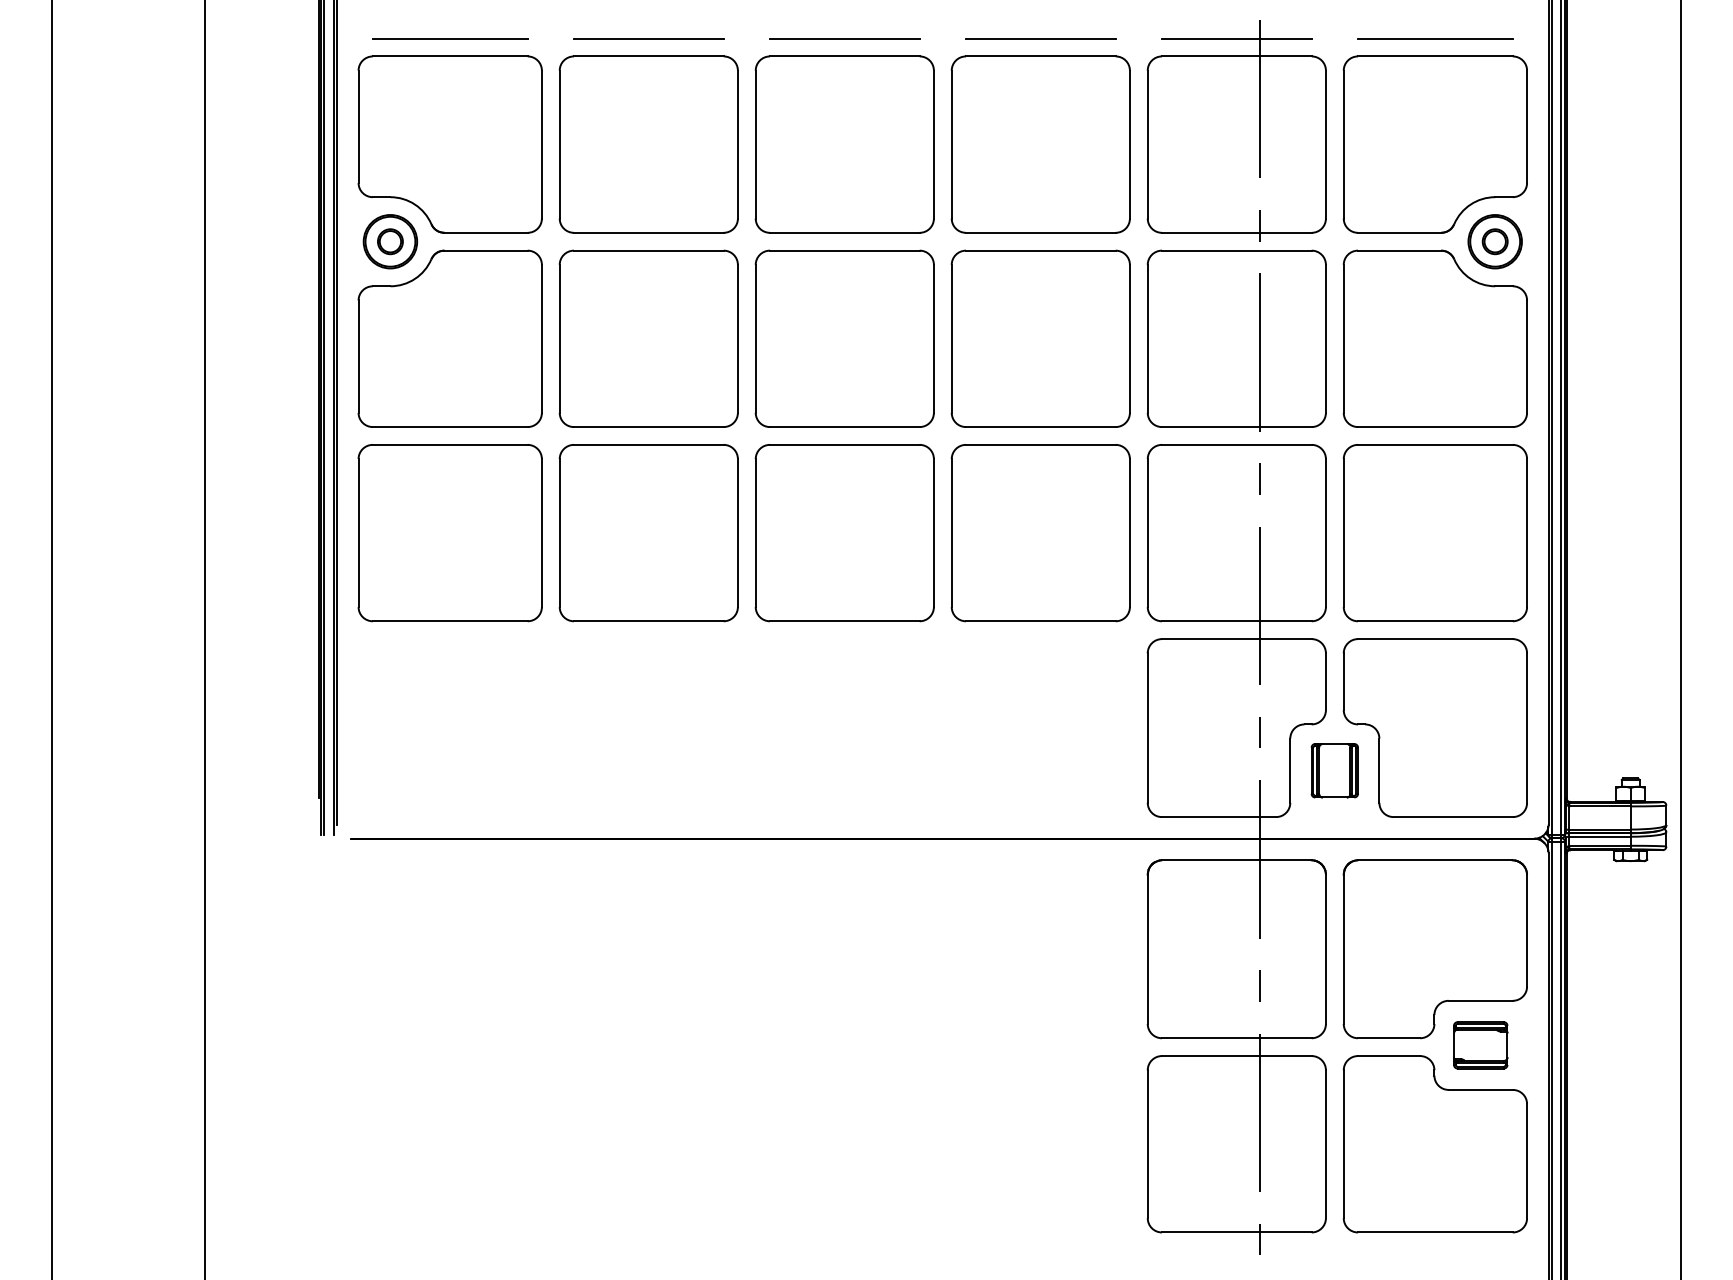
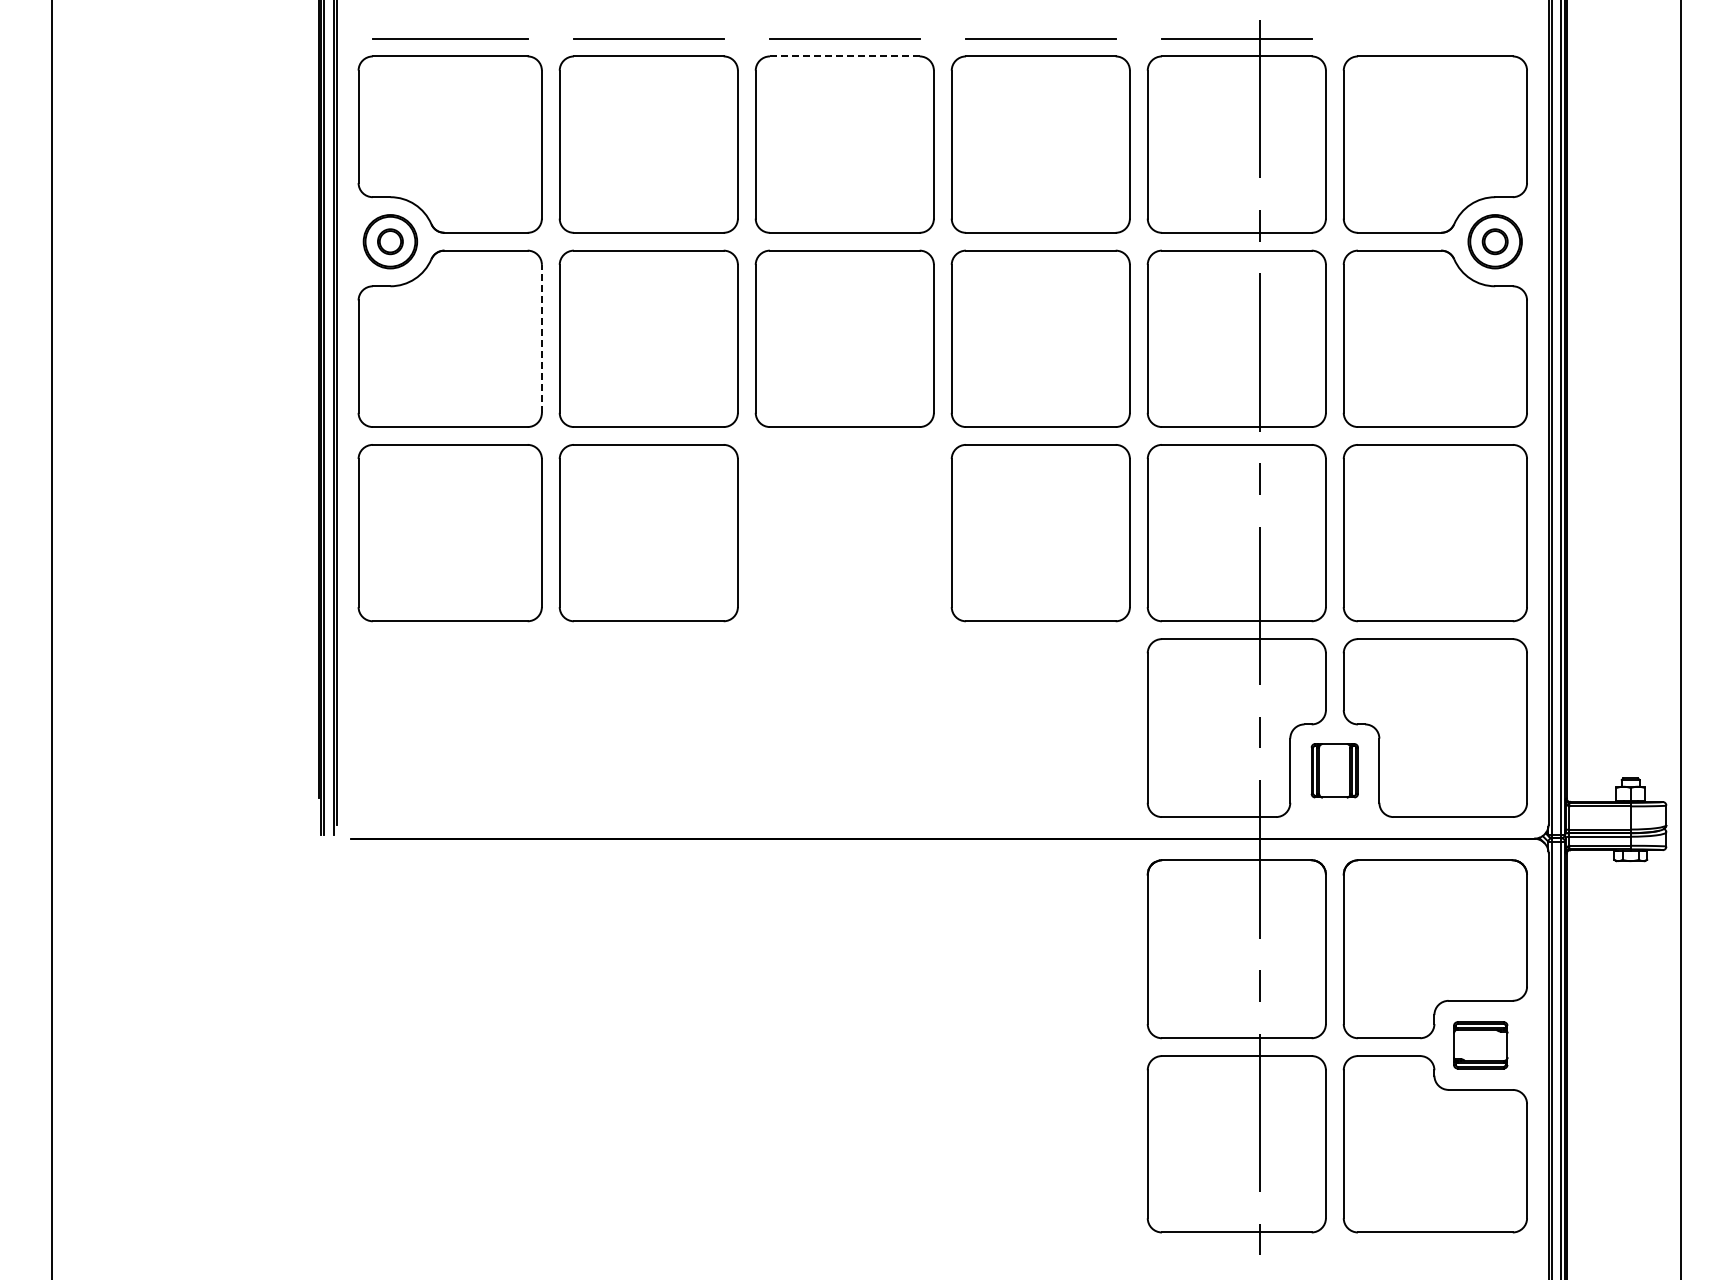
line at (1434, 38): present -> none
line at (844, 56): solid -> dashed
line at (541, 338): solid -> dashed
part at (844, 533): present -> none
line at (204, 639): present -> none
